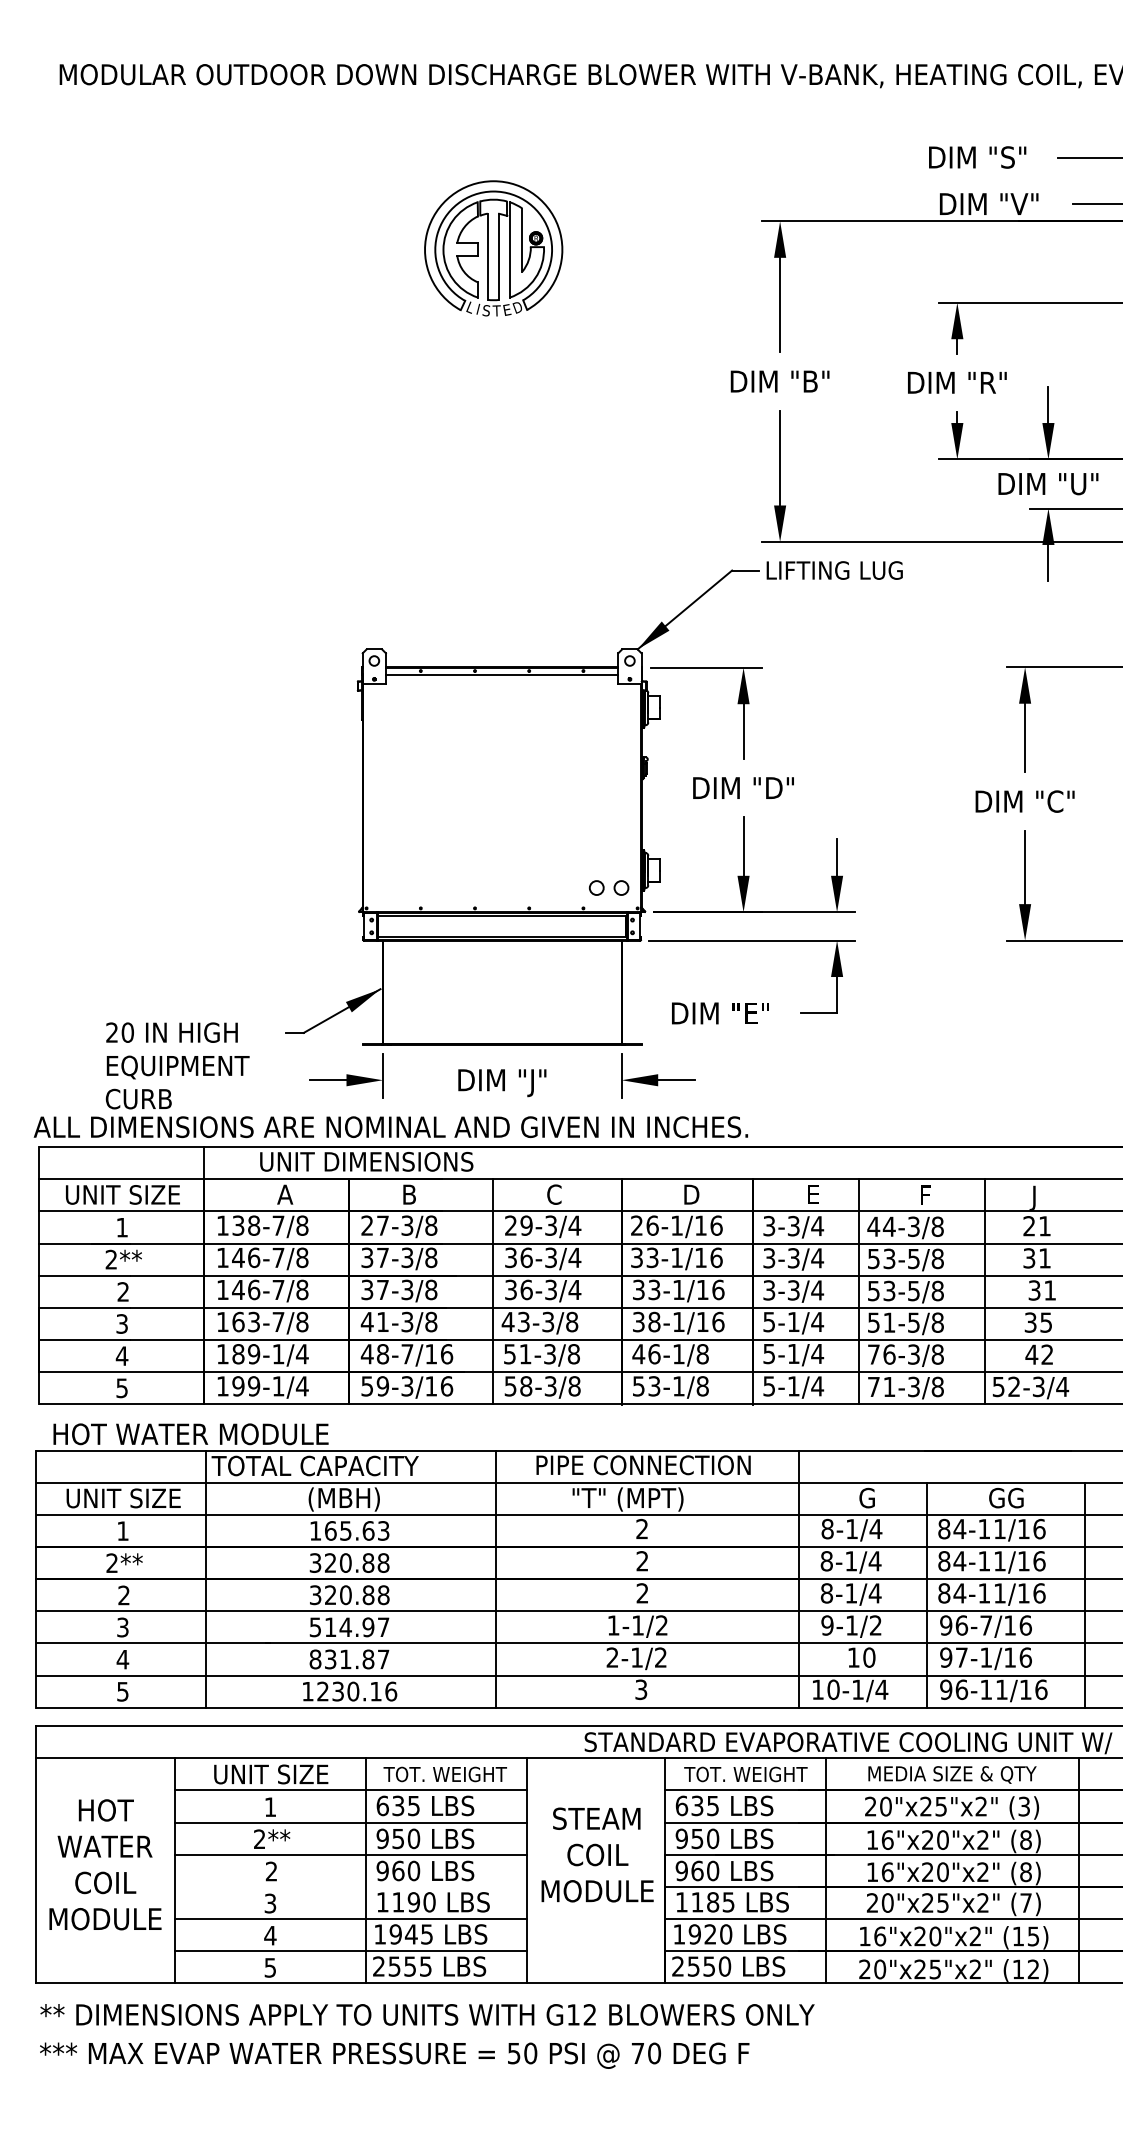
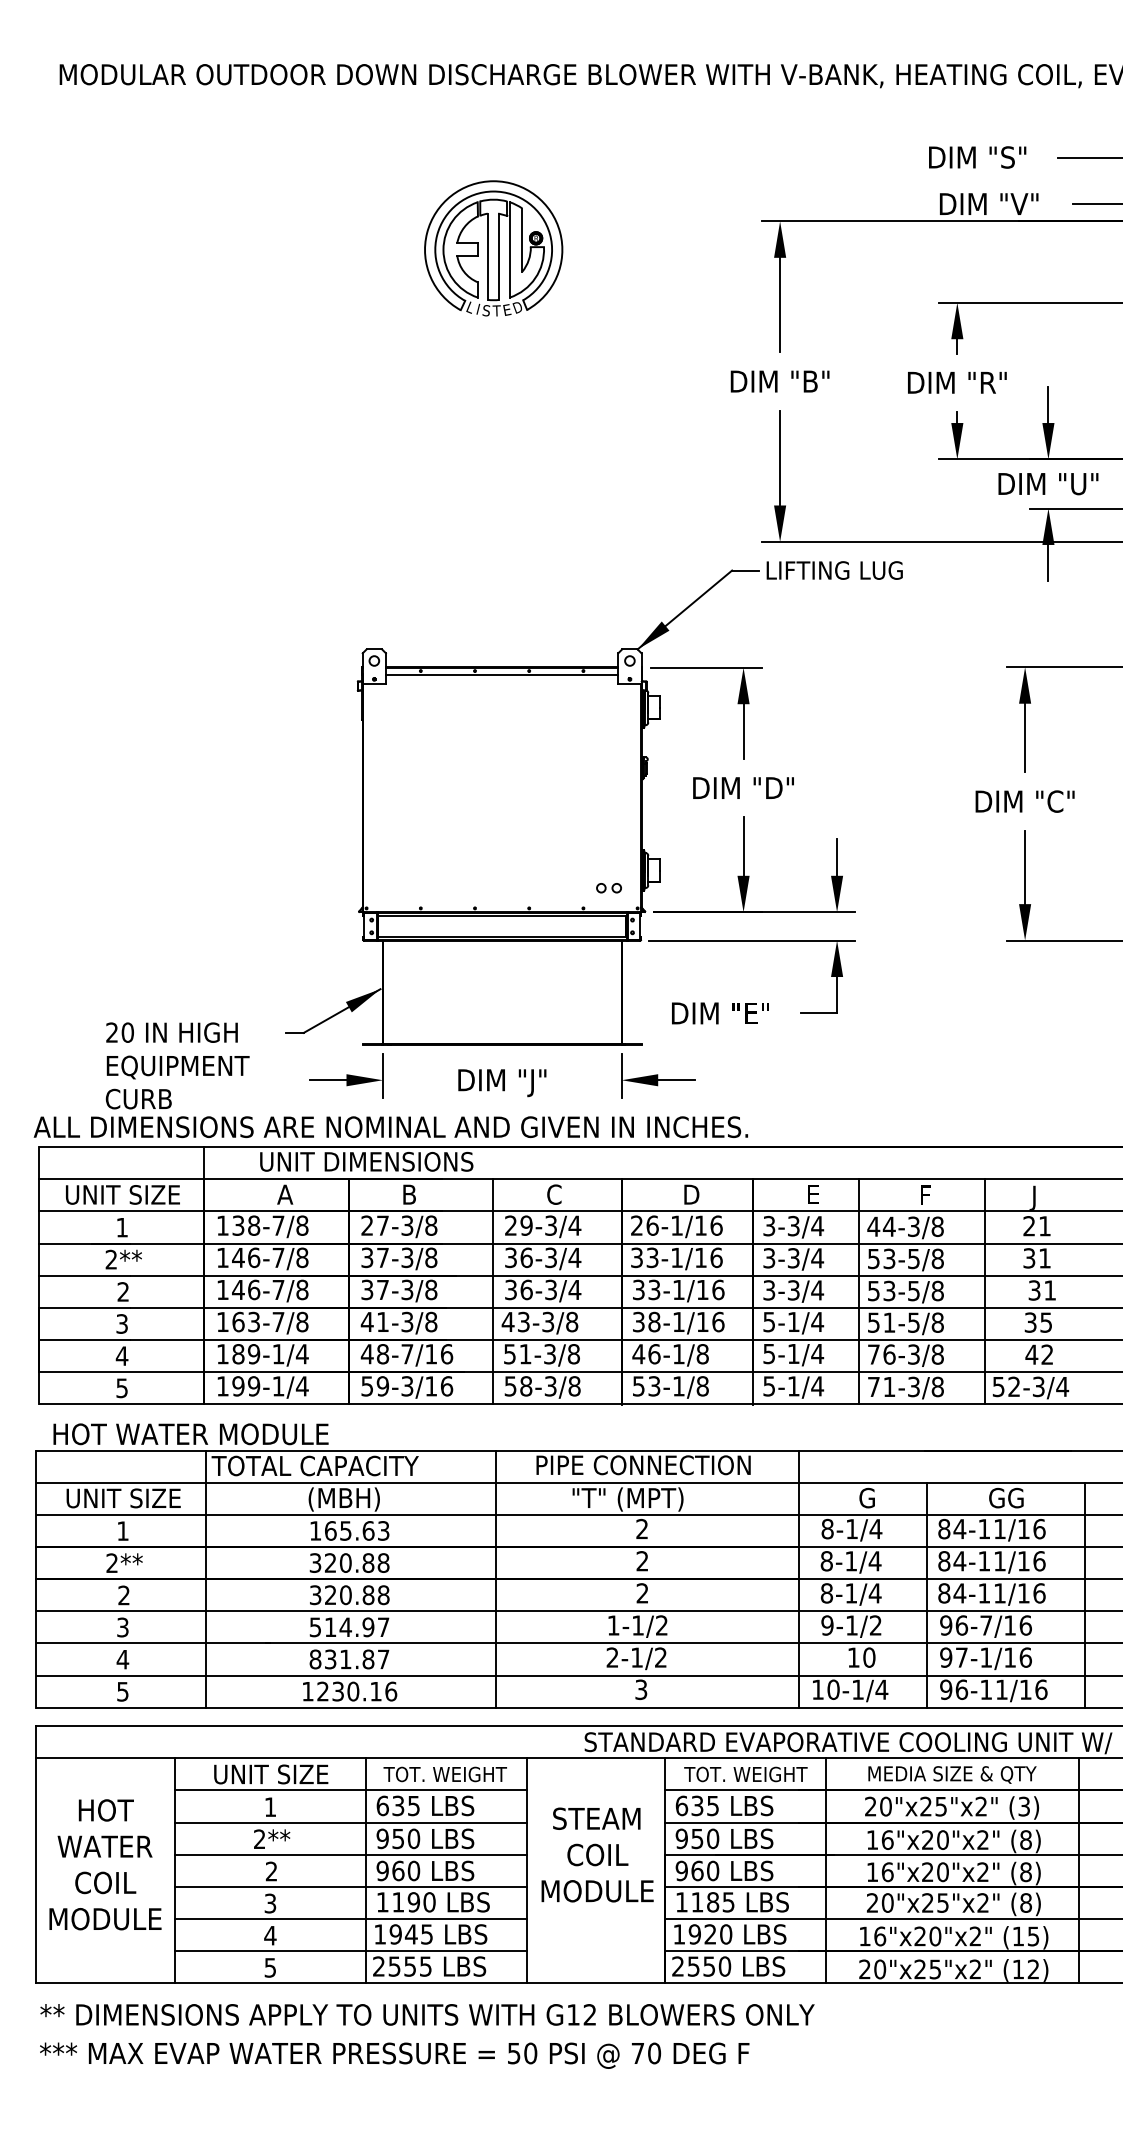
part at (609, 887) size: 41x16 px -> 26x11 px
line at (351, 1886): none -> present
text at (1026, 1902): (7) -> (8)
